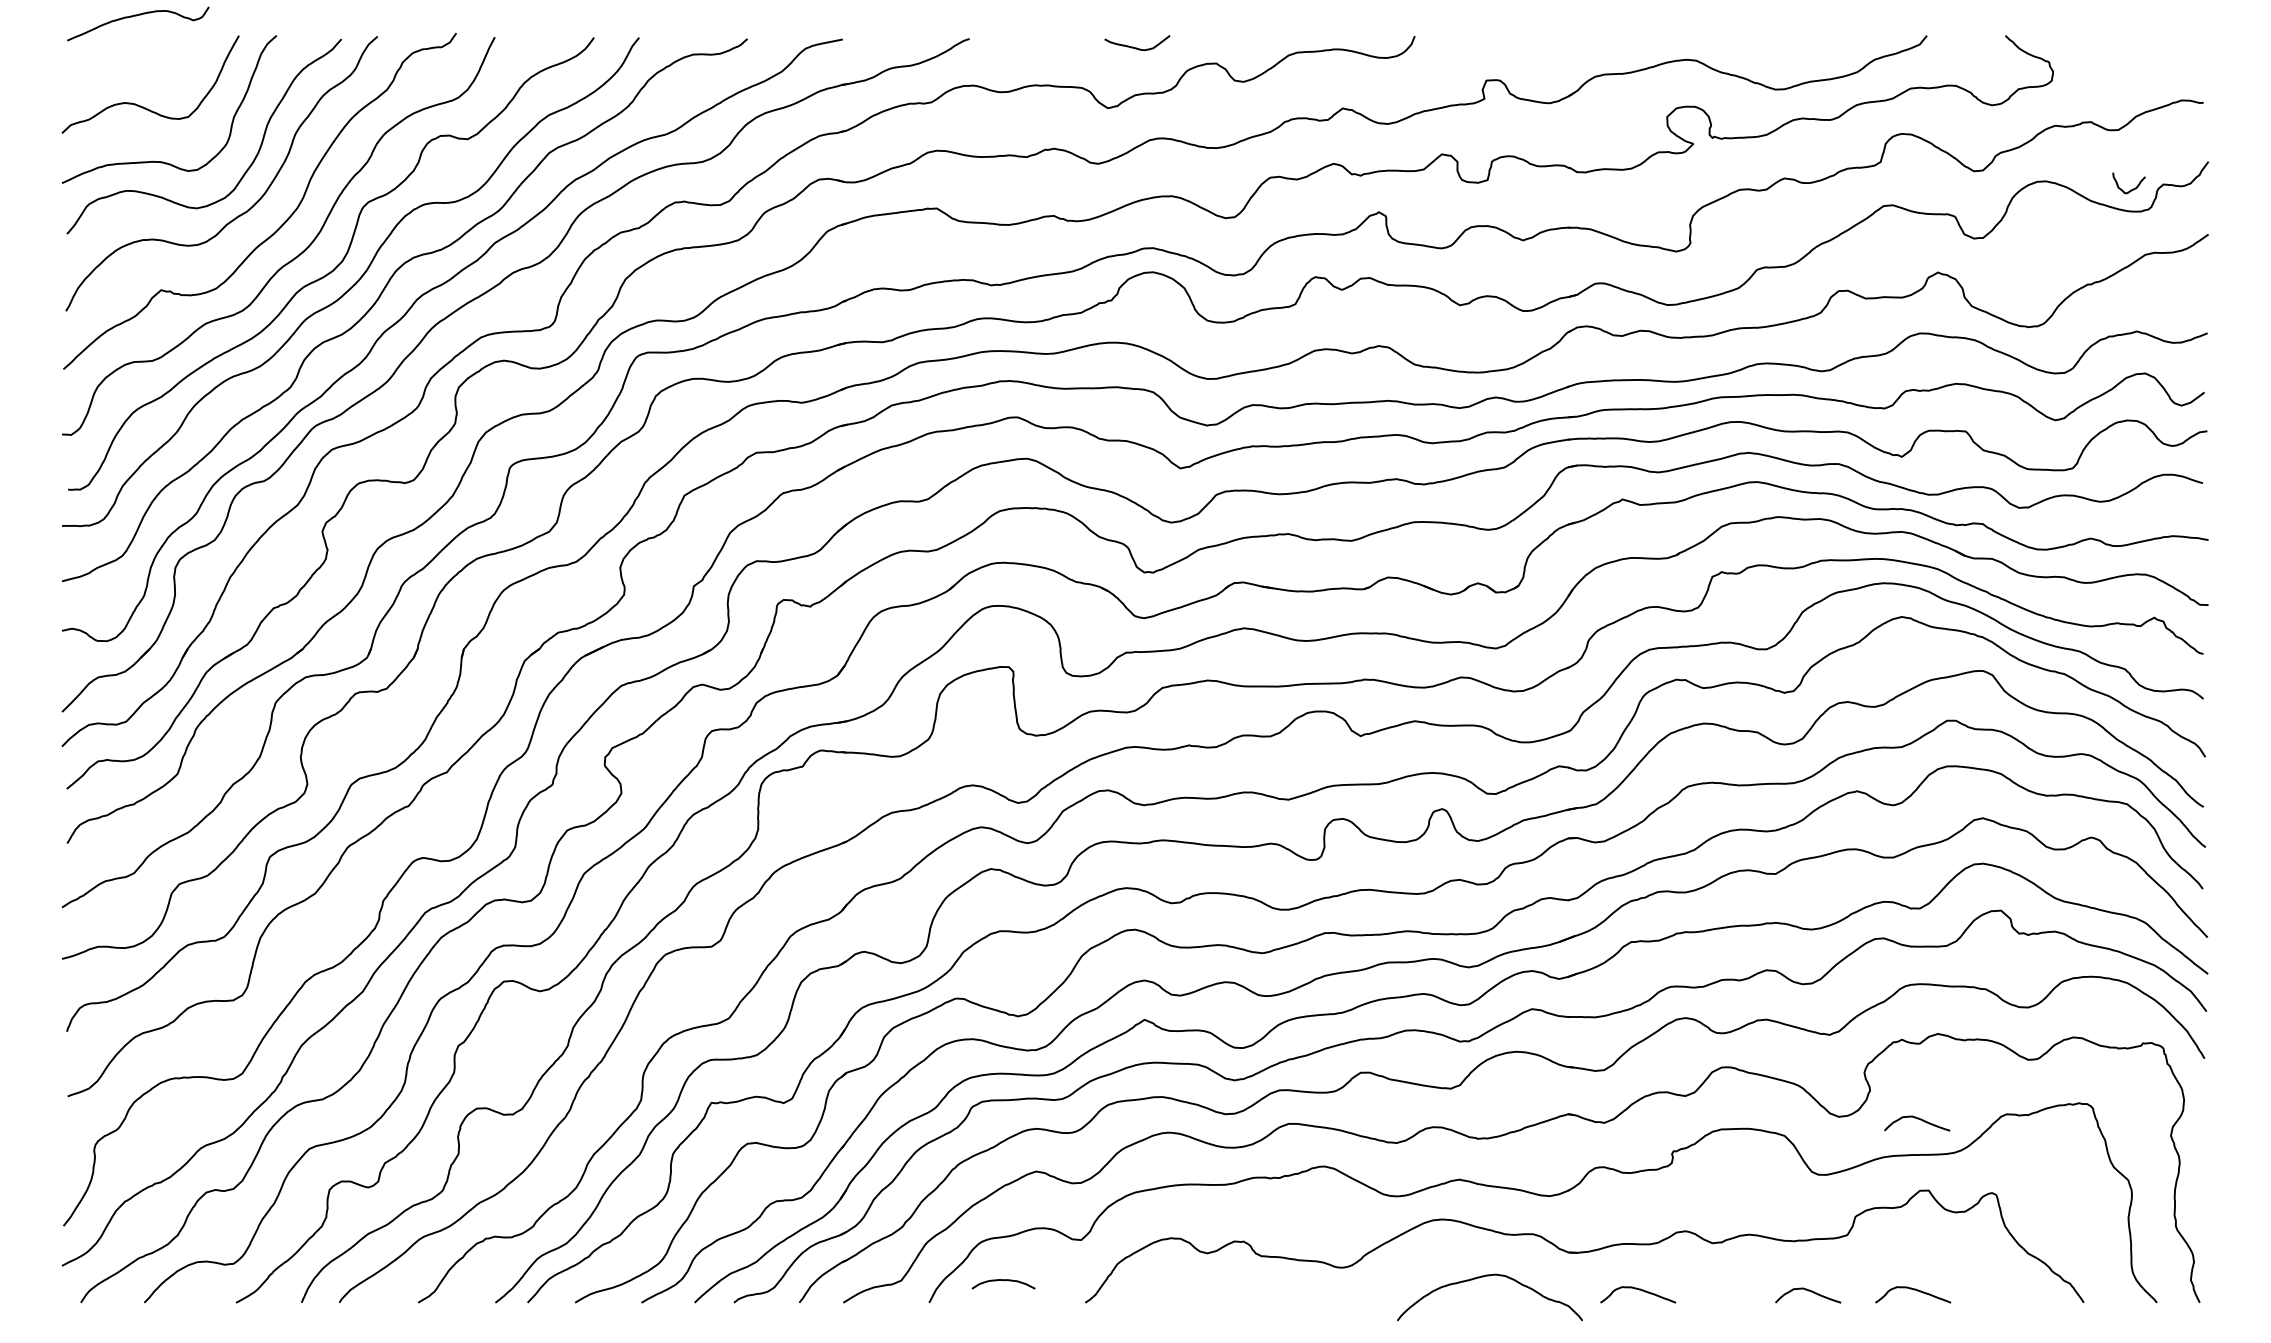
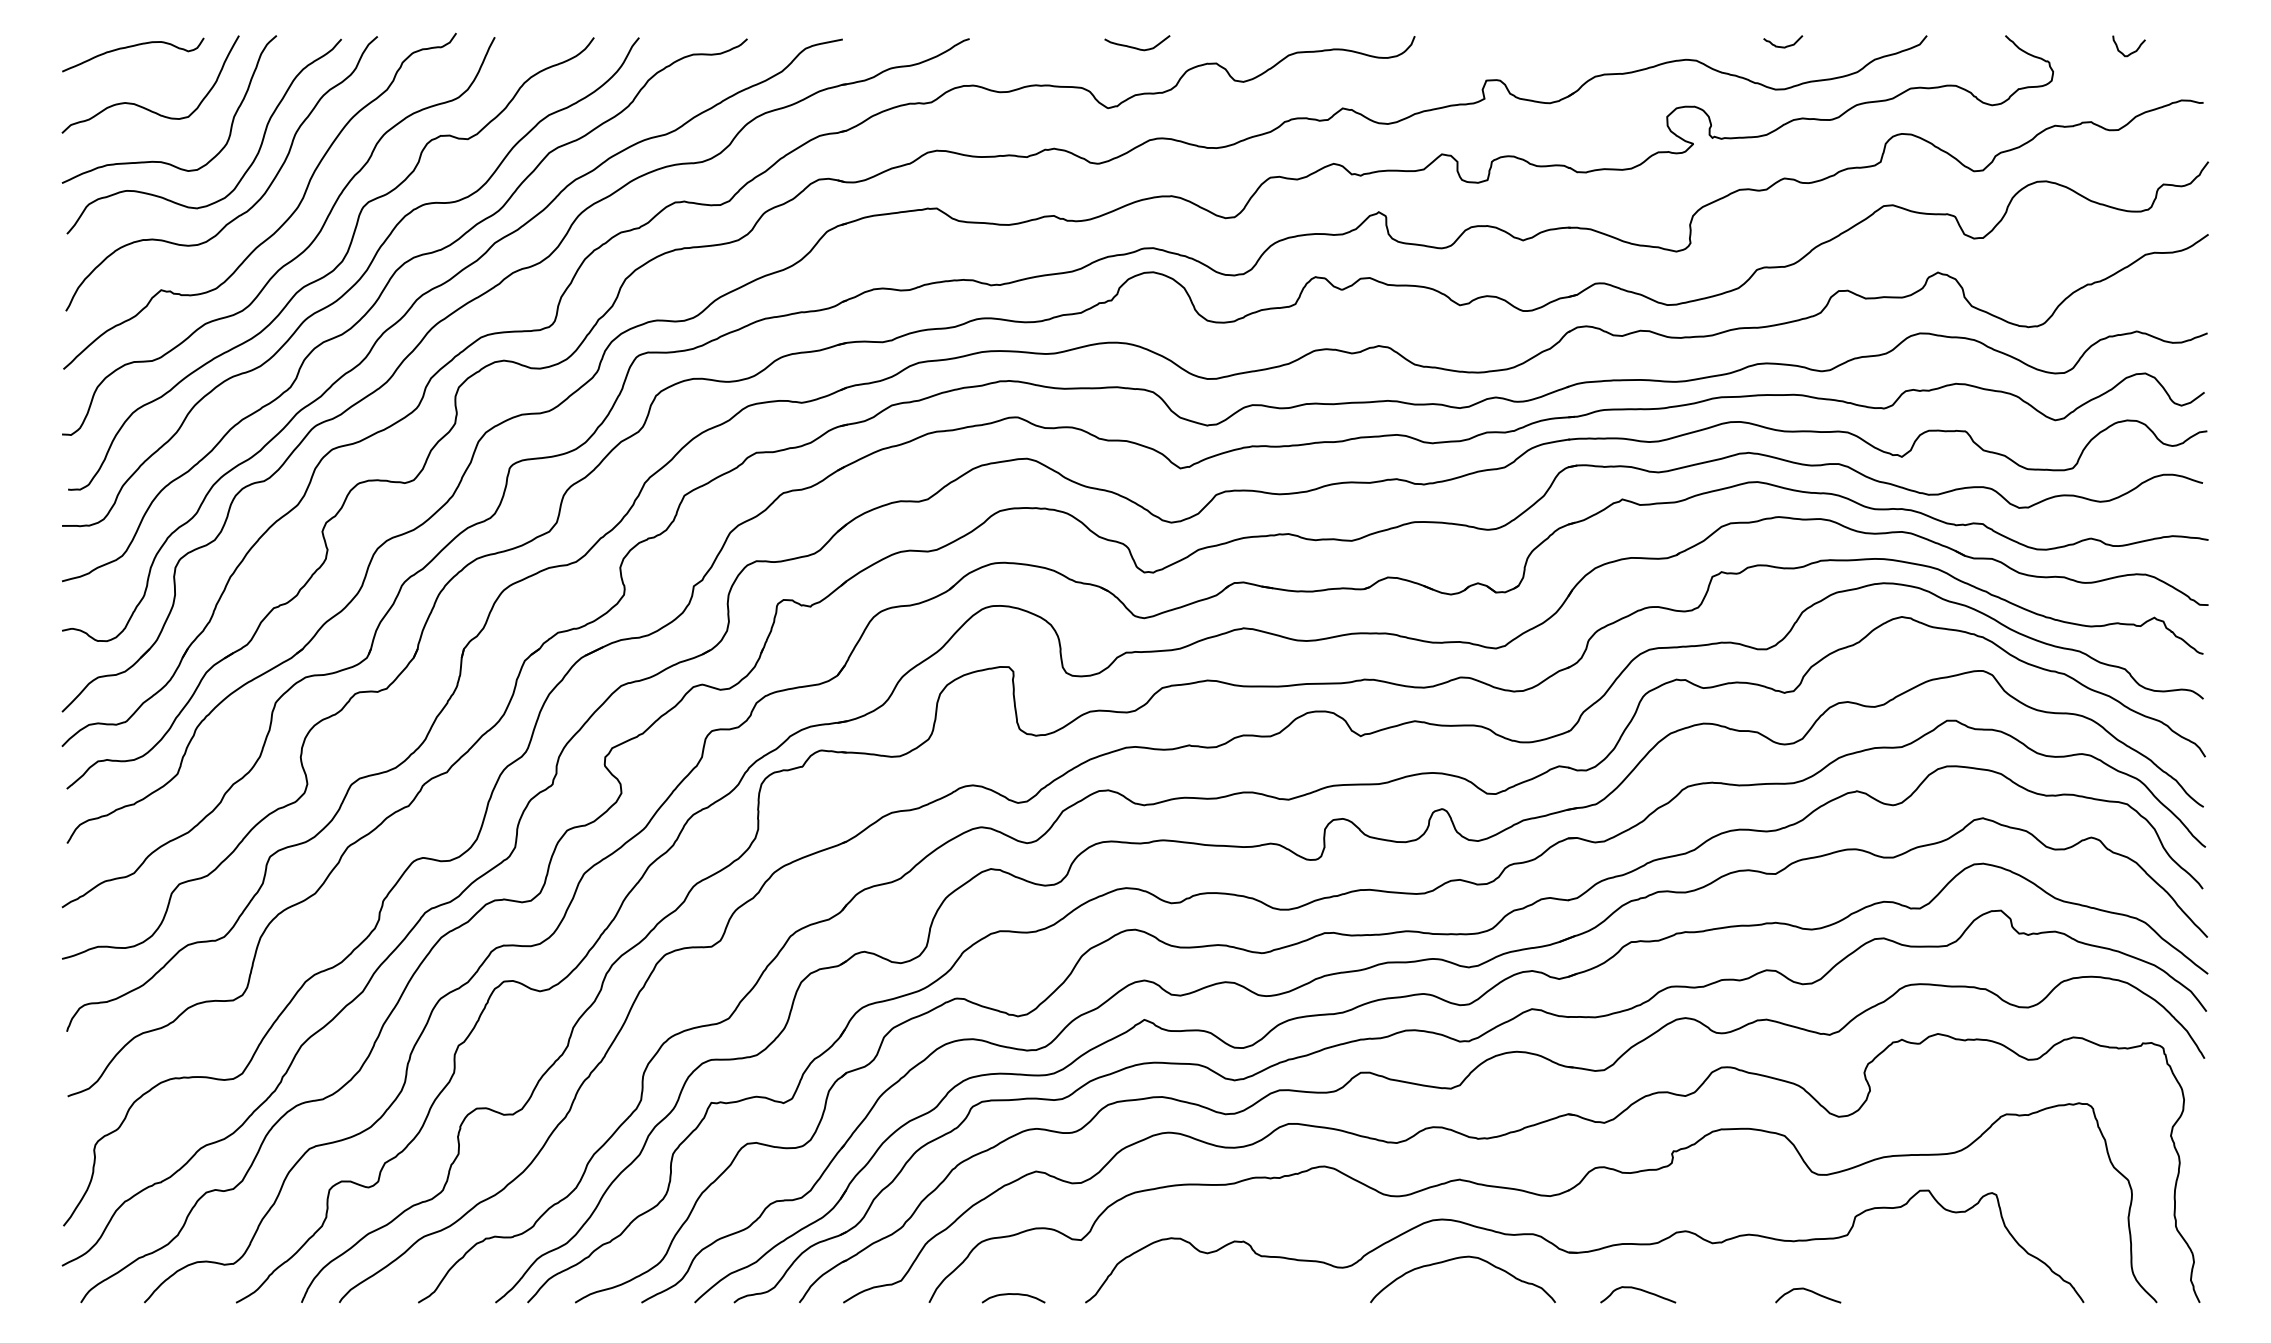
curve at (136, 16) position: (136, 16) -> (131, 47)
curve at (1786, 45): none -> present
curve at (2131, 189) position: (2131, 189) -> (2131, 52)
curve at (1917, 1119): present -> none
curve at (1483, 1277) position: (1483, 1277) -> (1456, 1259)
curve at (1003, 1281) position: (1003, 1281) -> (1013, 1295)
curve at (1913, 1290): present -> none
